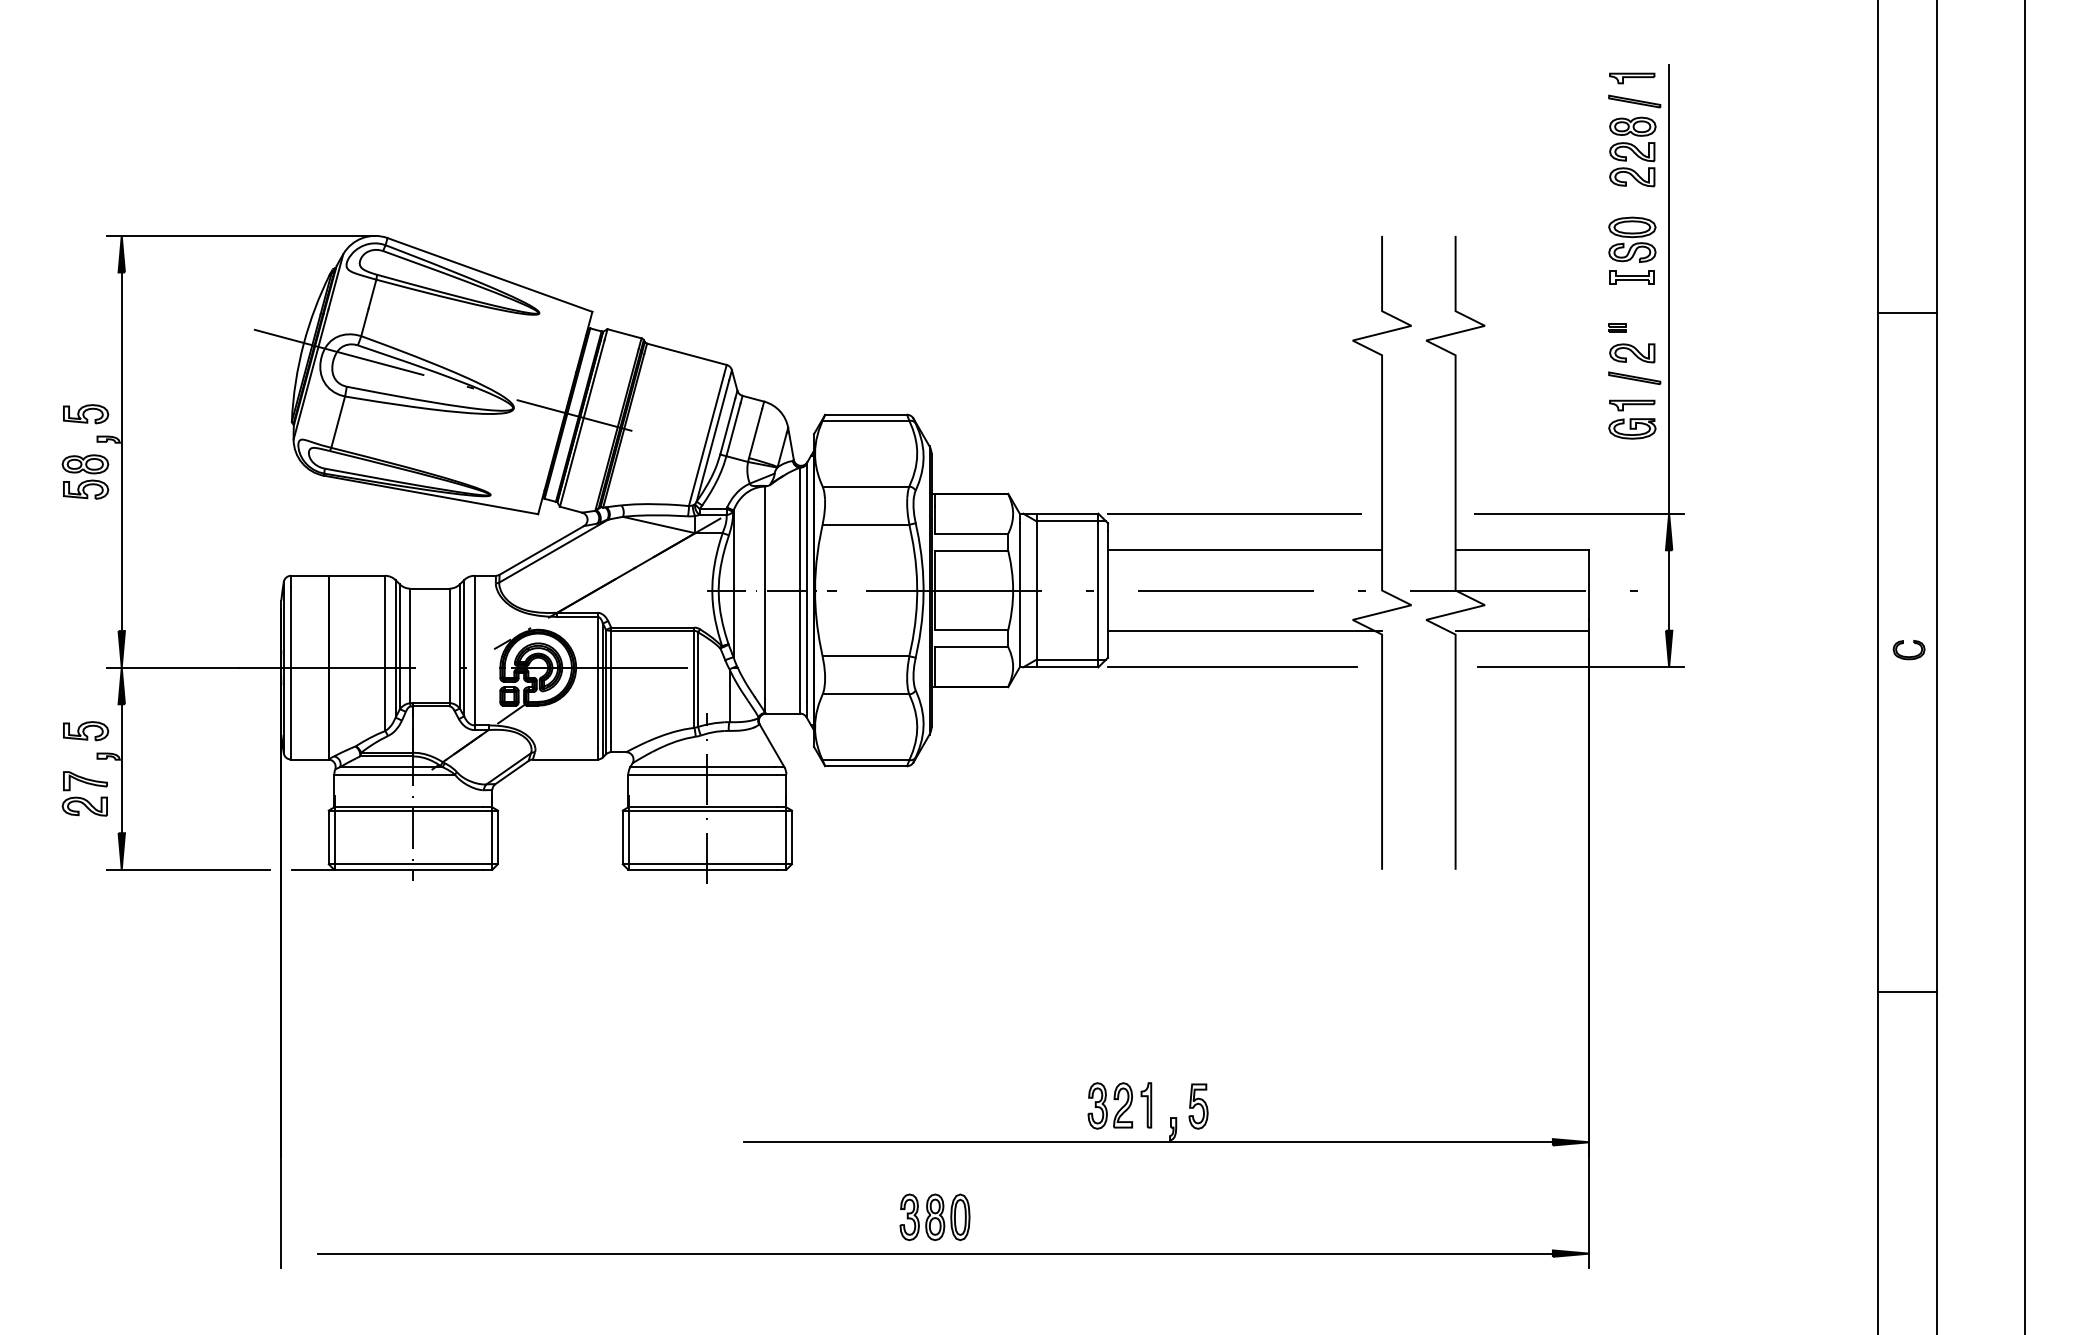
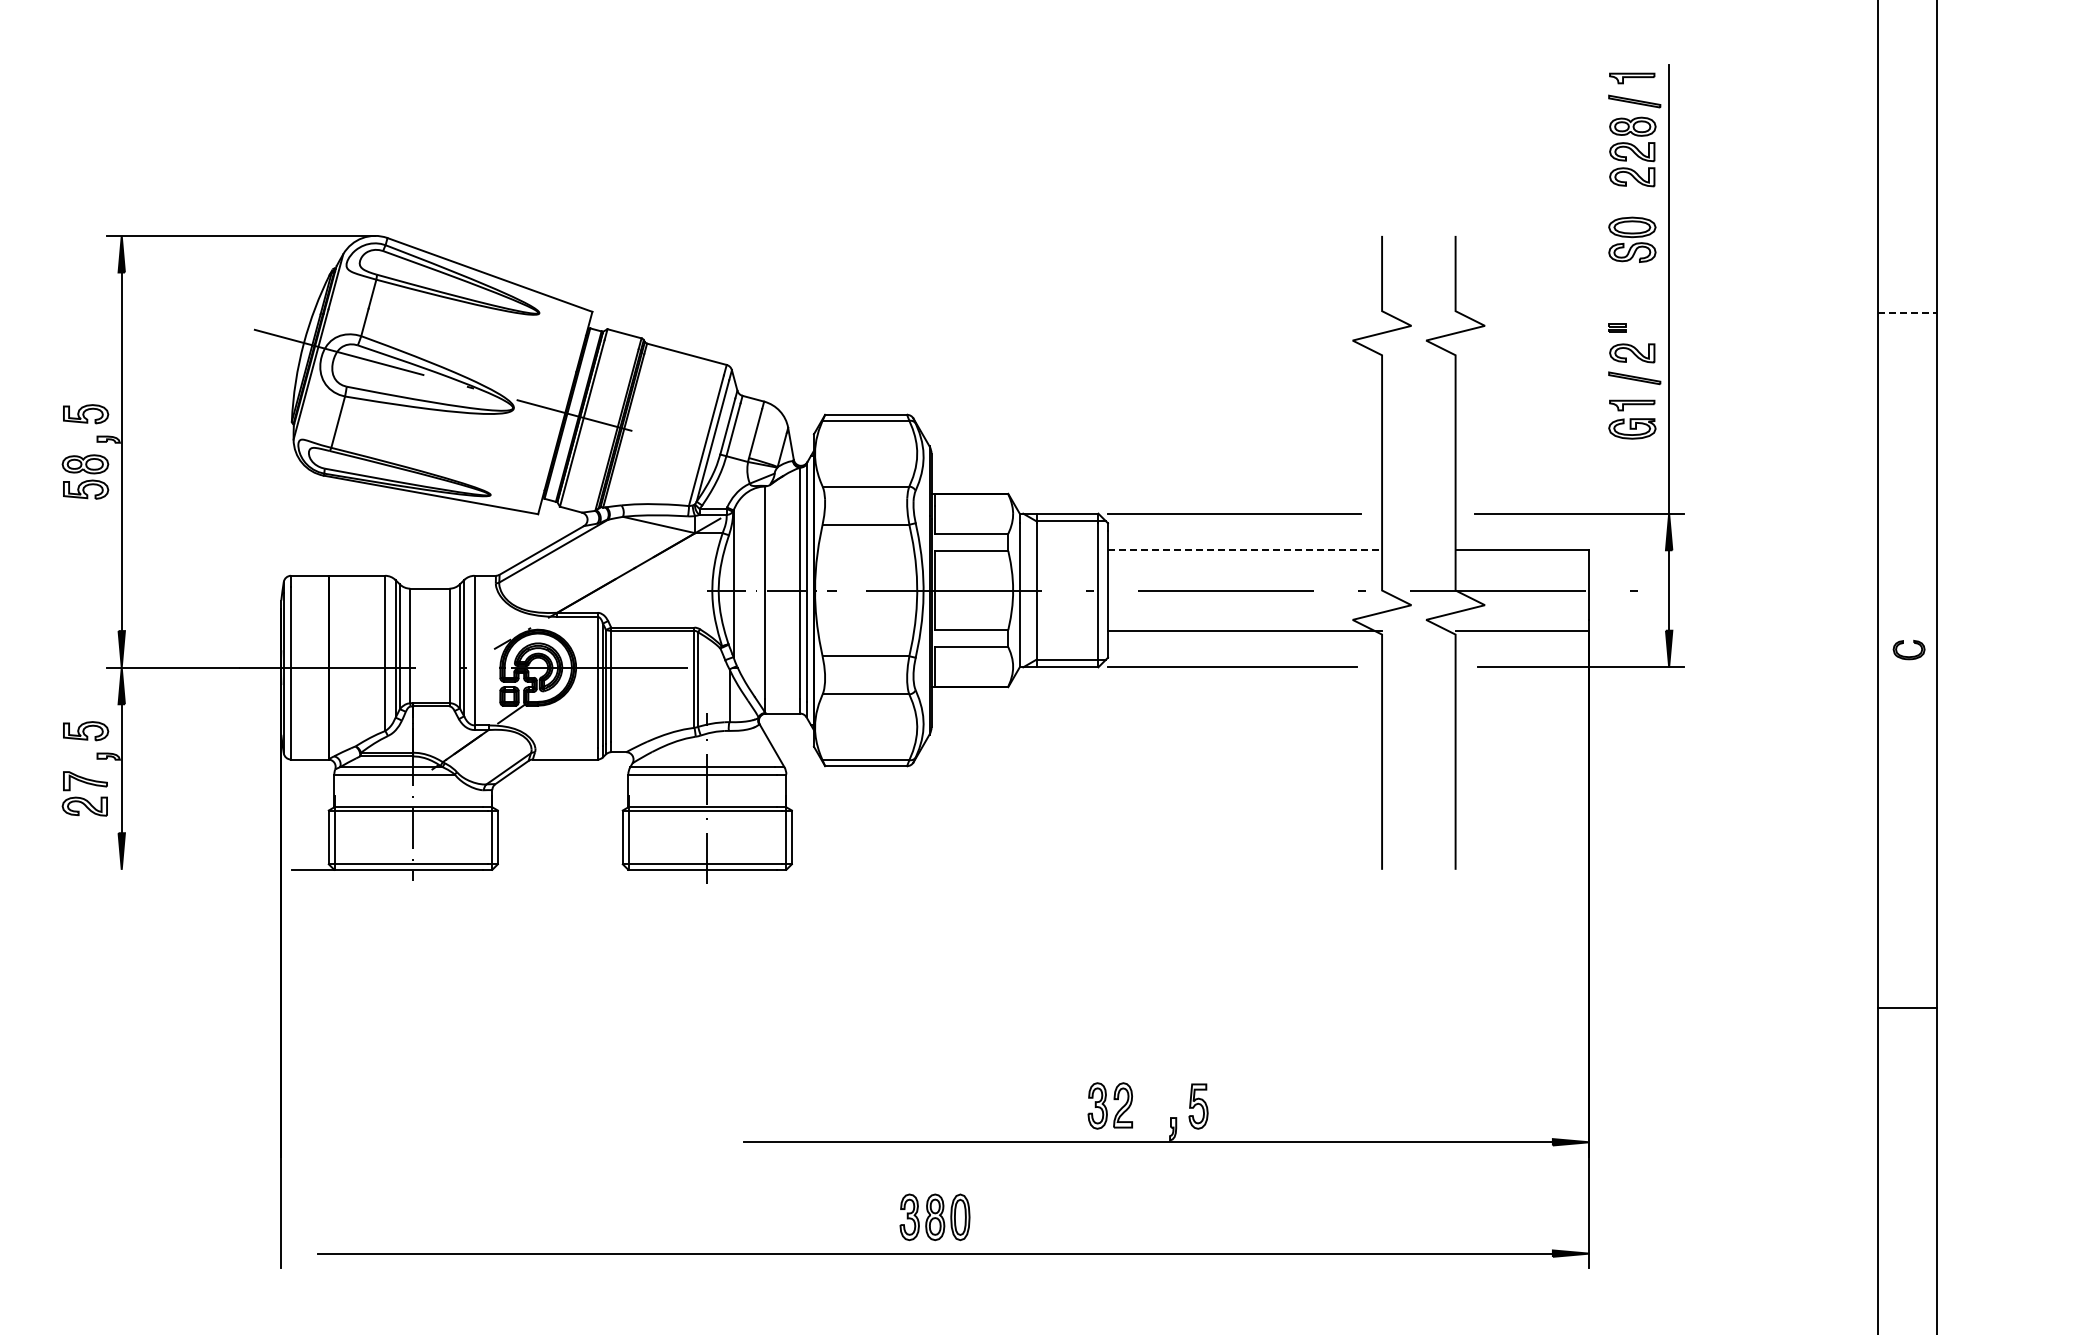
part at (1631, 277): present -> none
line at (1908, 313): solid -> dashed
line at (1245, 550): solid -> dashed
line at (2025, 666): present -> none
line at (188, 869): present -> none
line at (1907, 991) position: (1907, 991) -> (1907, 1007)
part at (1146, 1105): present -> none
